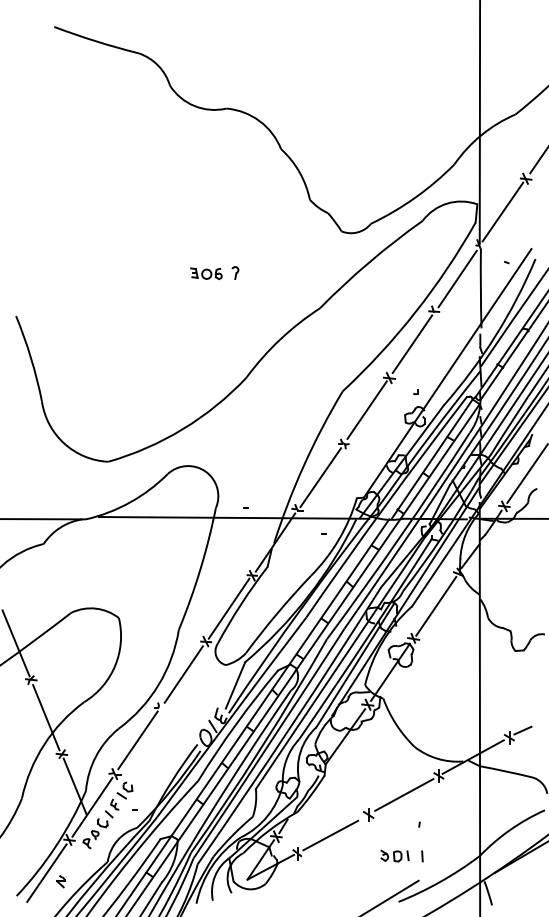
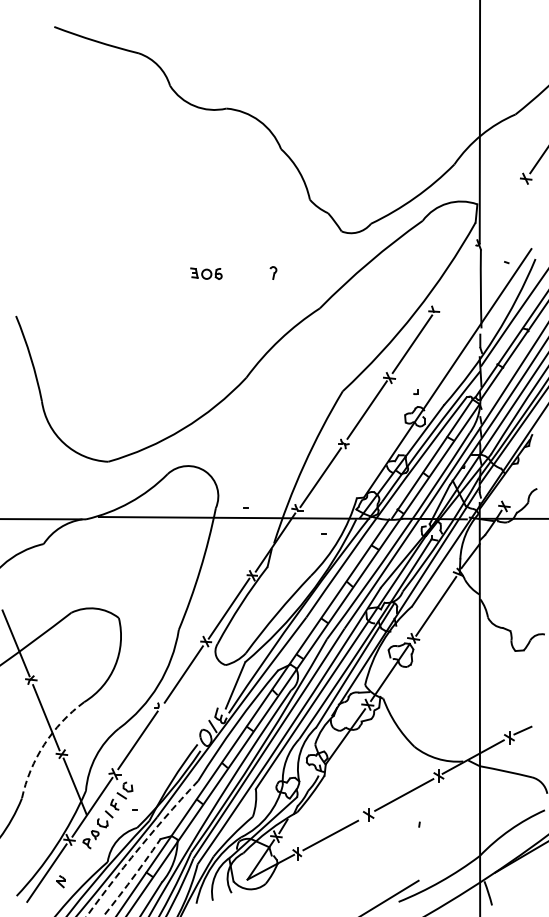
line at (502, 211): present -> none
part at (235, 272) position: (235, 272) -> (273, 272)
line at (457, 278): present -> none
line at (526, 474): present -> none
arc at (44, 744): solid -> dashed
arc at (139, 847): solid -> dashed
part at (394, 855): present -> none
line at (422, 856): present -> none
arc at (132, 878): solid -> dashed
